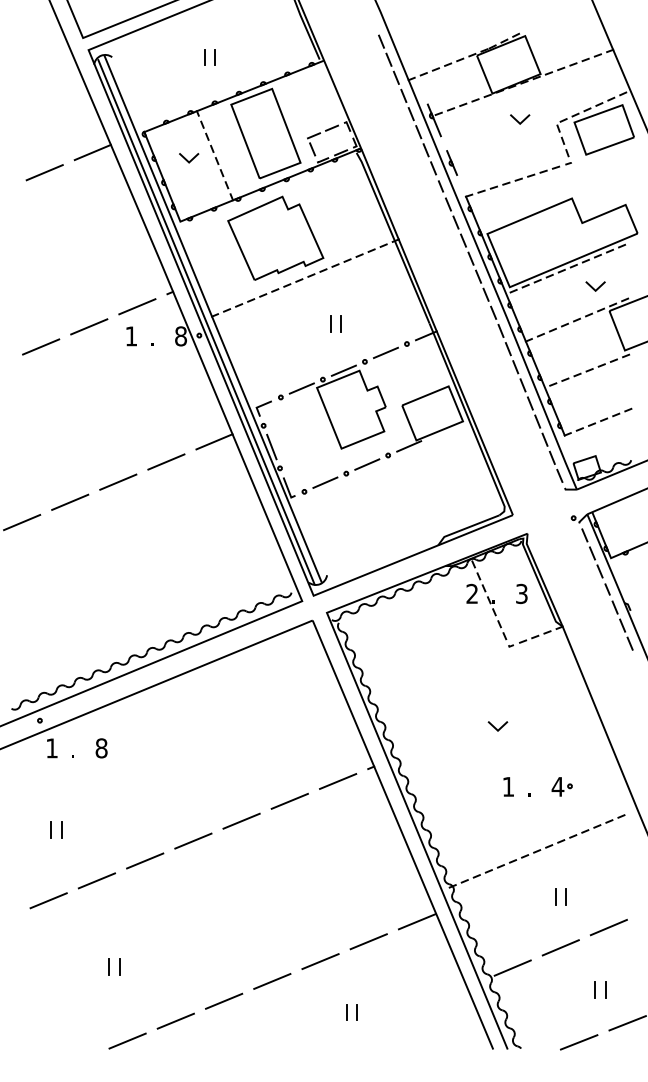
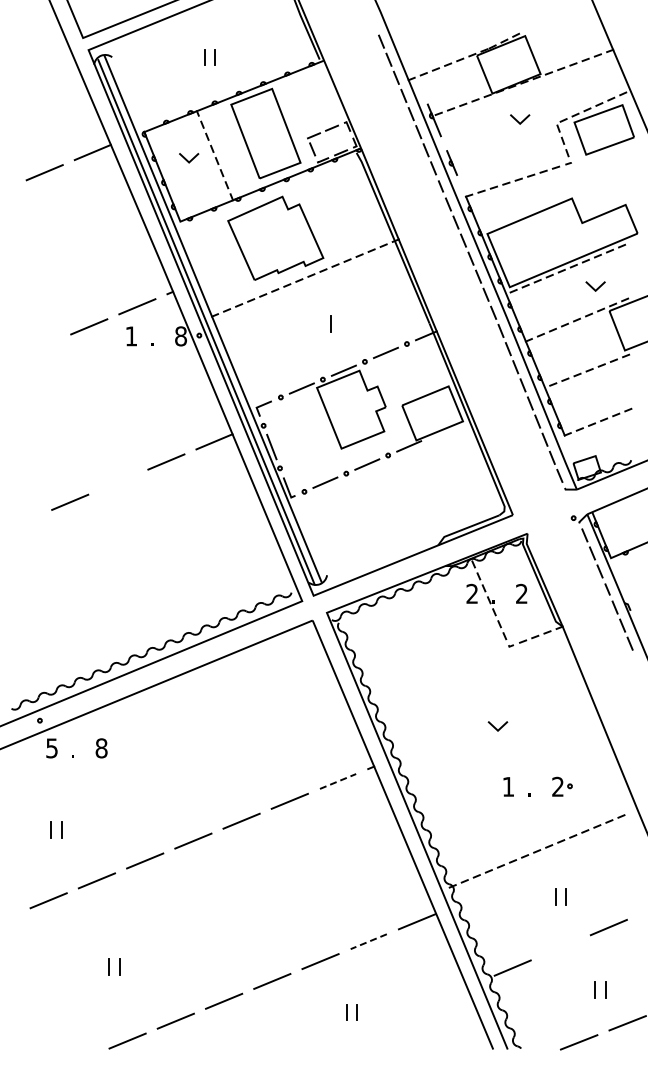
line at (340, 323): present -> none
line at (41, 346): present -> none
line at (118, 481): present -> none
line at (22, 522): present -> none
text at (521, 594): 3 -> 2
text at (51, 748): 1 -> 5
line at (338, 781): solid -> dashed
text at (557, 786): 4 -> 2
line at (368, 941): solid -> dashed
line at (560, 947): present -> none
